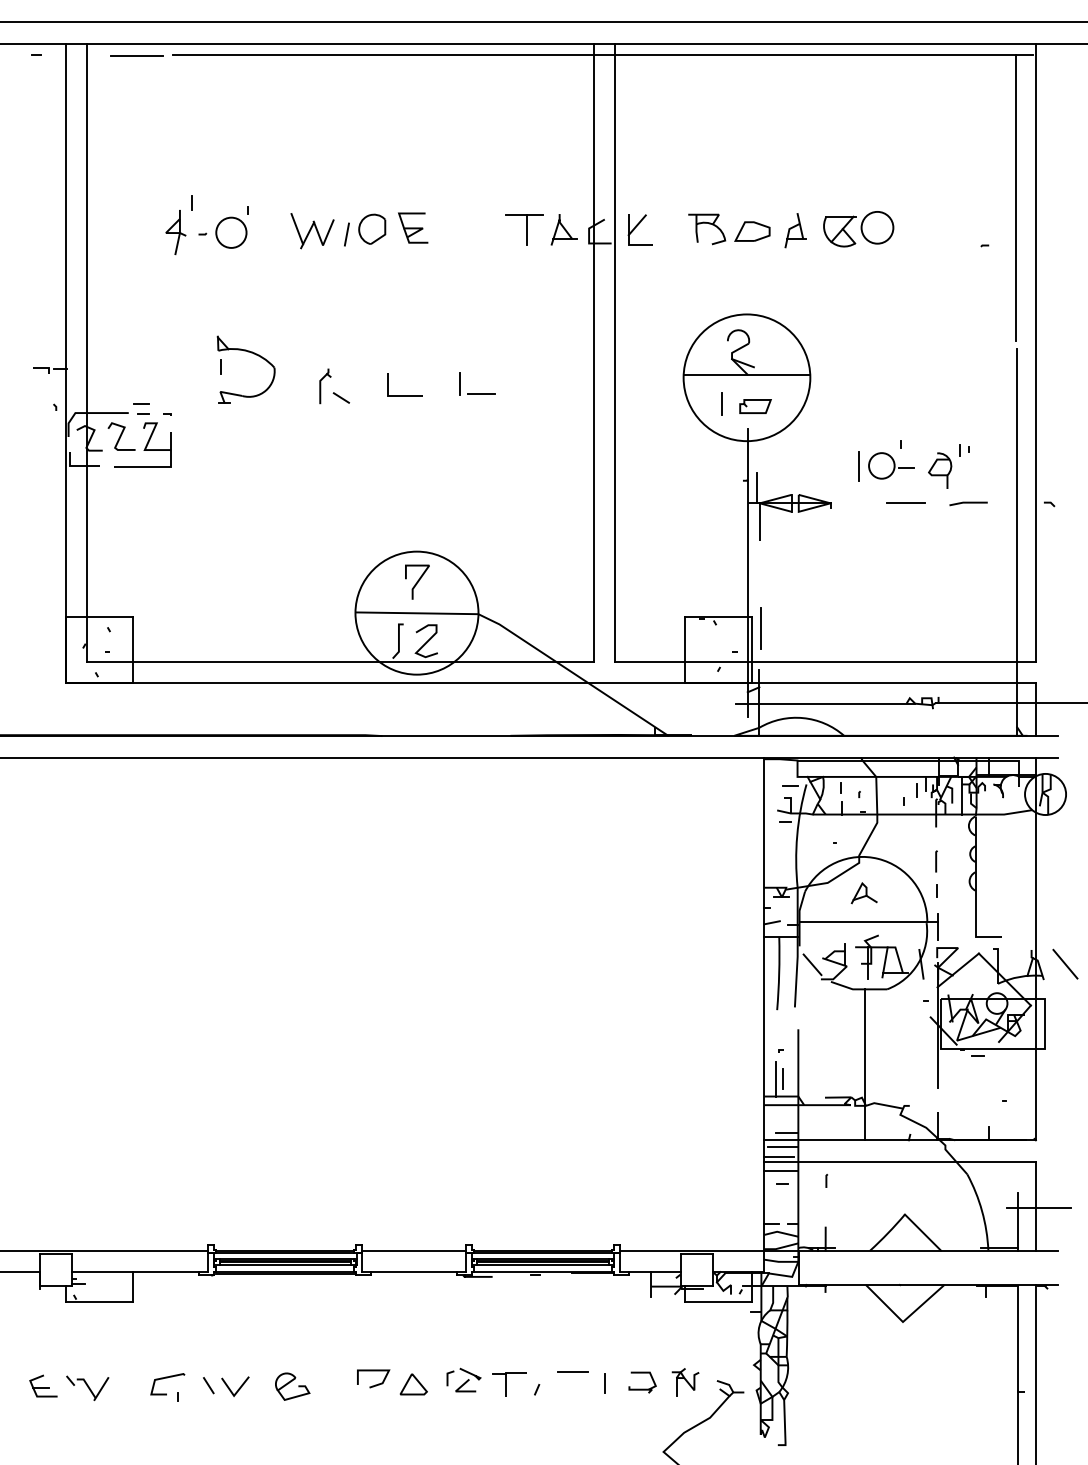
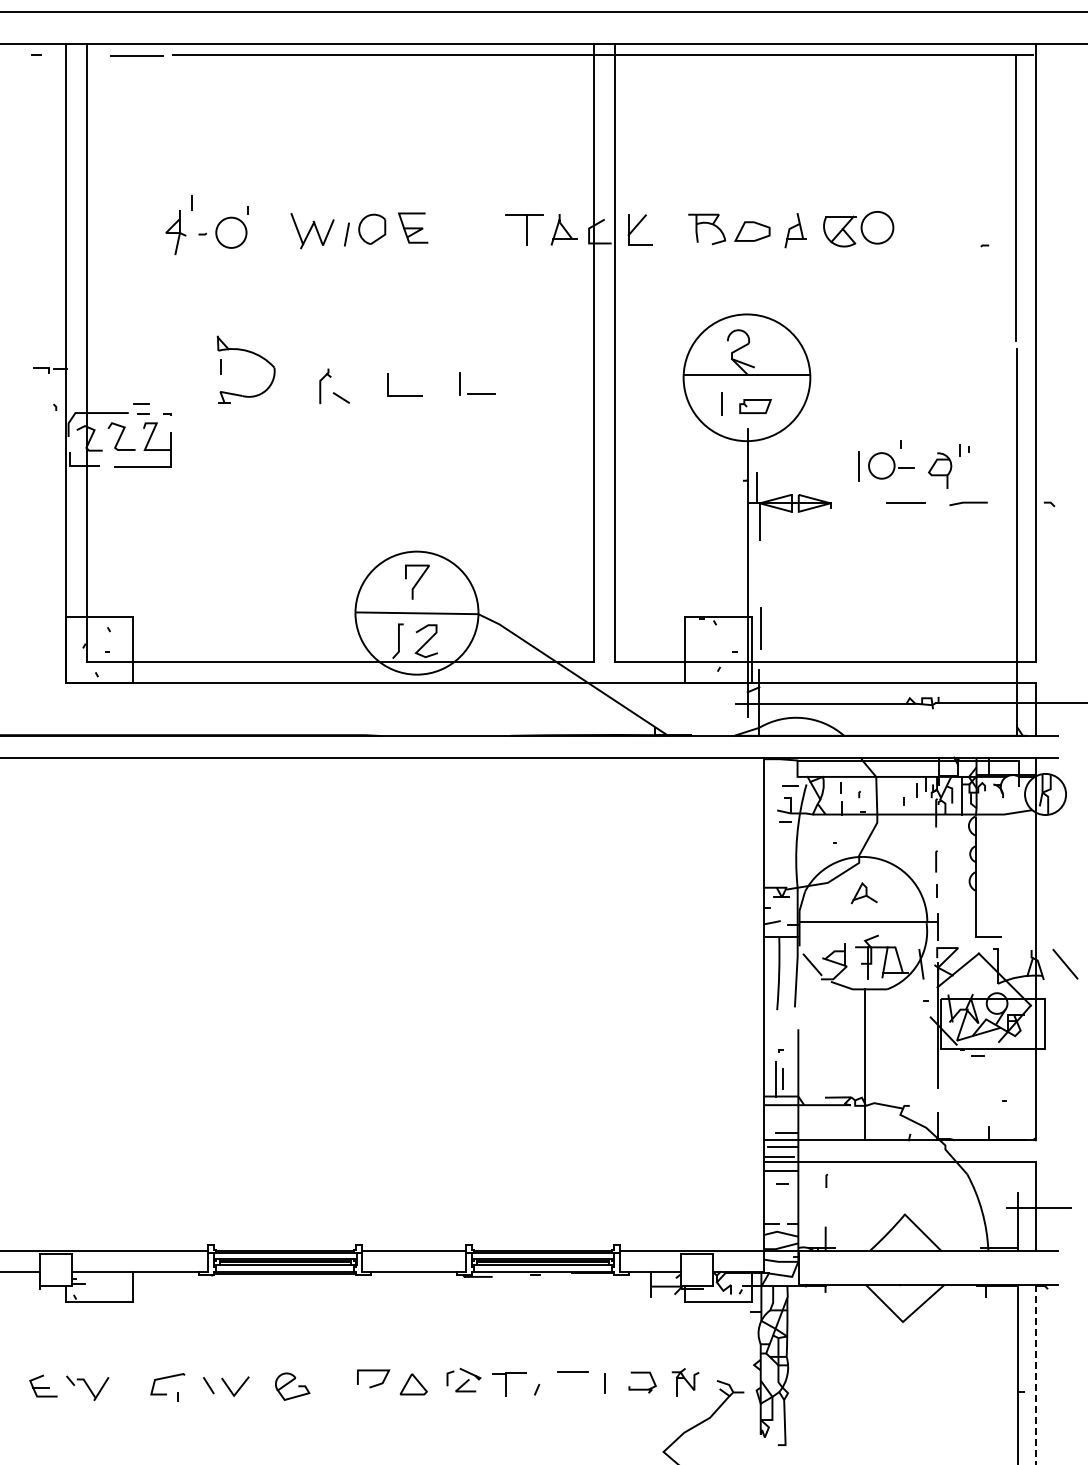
line at (543, 22) position: (543, 22) -> (543, 12)
line at (1036, 1374): solid -> dashed
